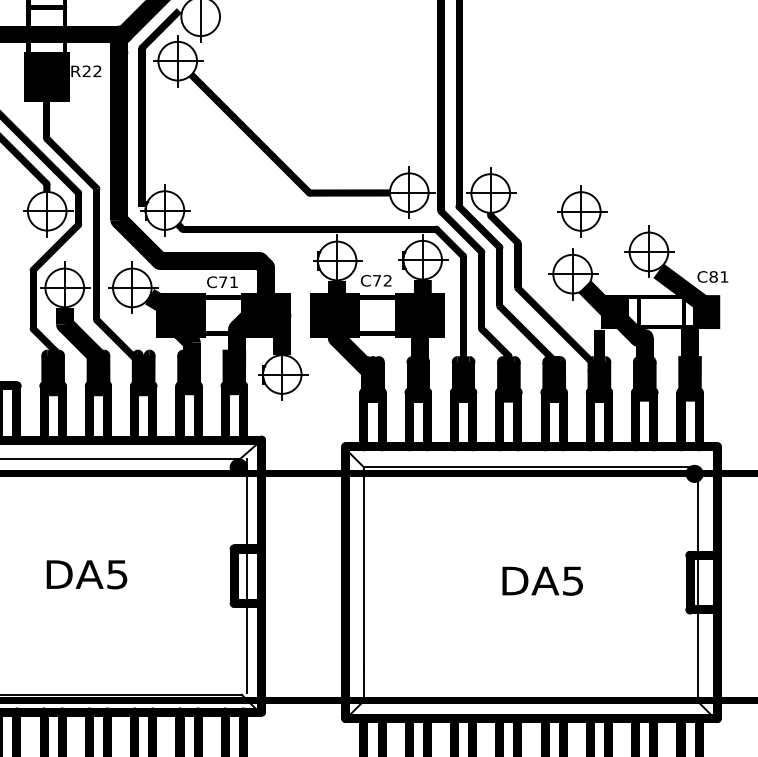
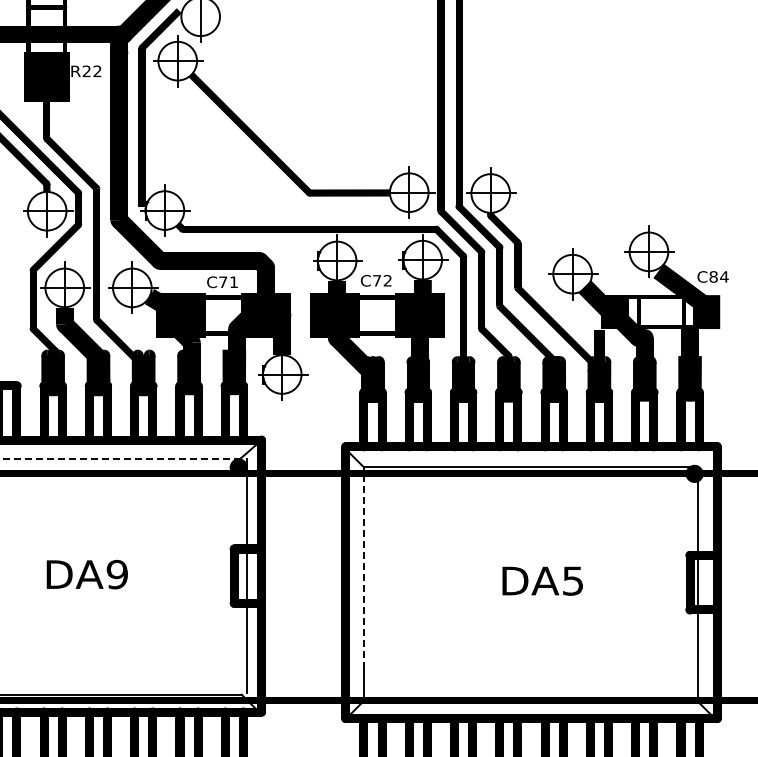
part at (582, 211): present -> none
text at (724, 276): C81 -> C84
line at (120, 459): solid -> dashed
line at (363, 567): solid -> dashed
text at (116, 574): DA5 -> DA9
